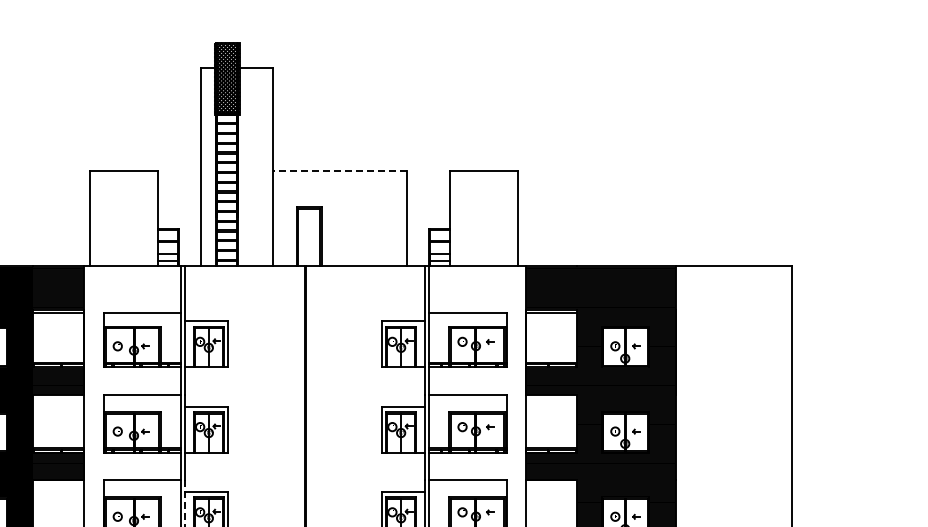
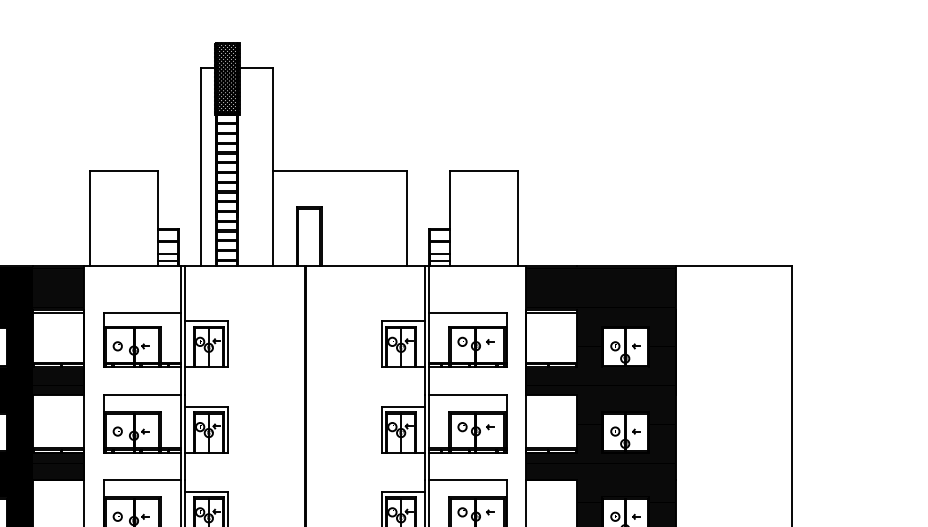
line at (340, 171): dashed -> solid
line at (185, 504): dashed -> solid
